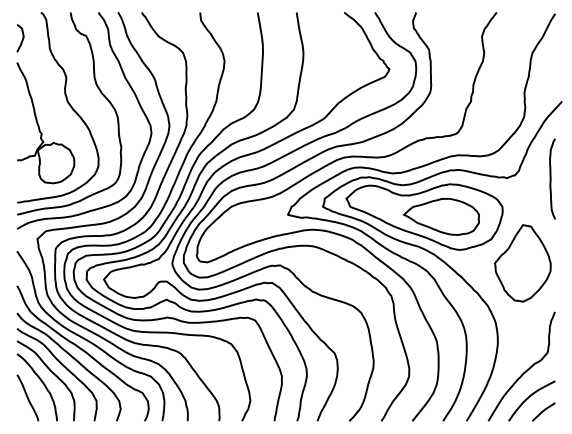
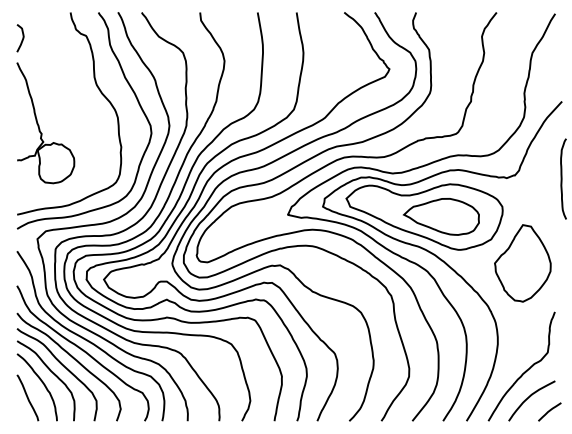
curve at (67, 103): present -> none
curve at (551, 178) position: (551, 178) -> (562, 178)
curve at (543, 411) position: (543, 411) -> (549, 411)
